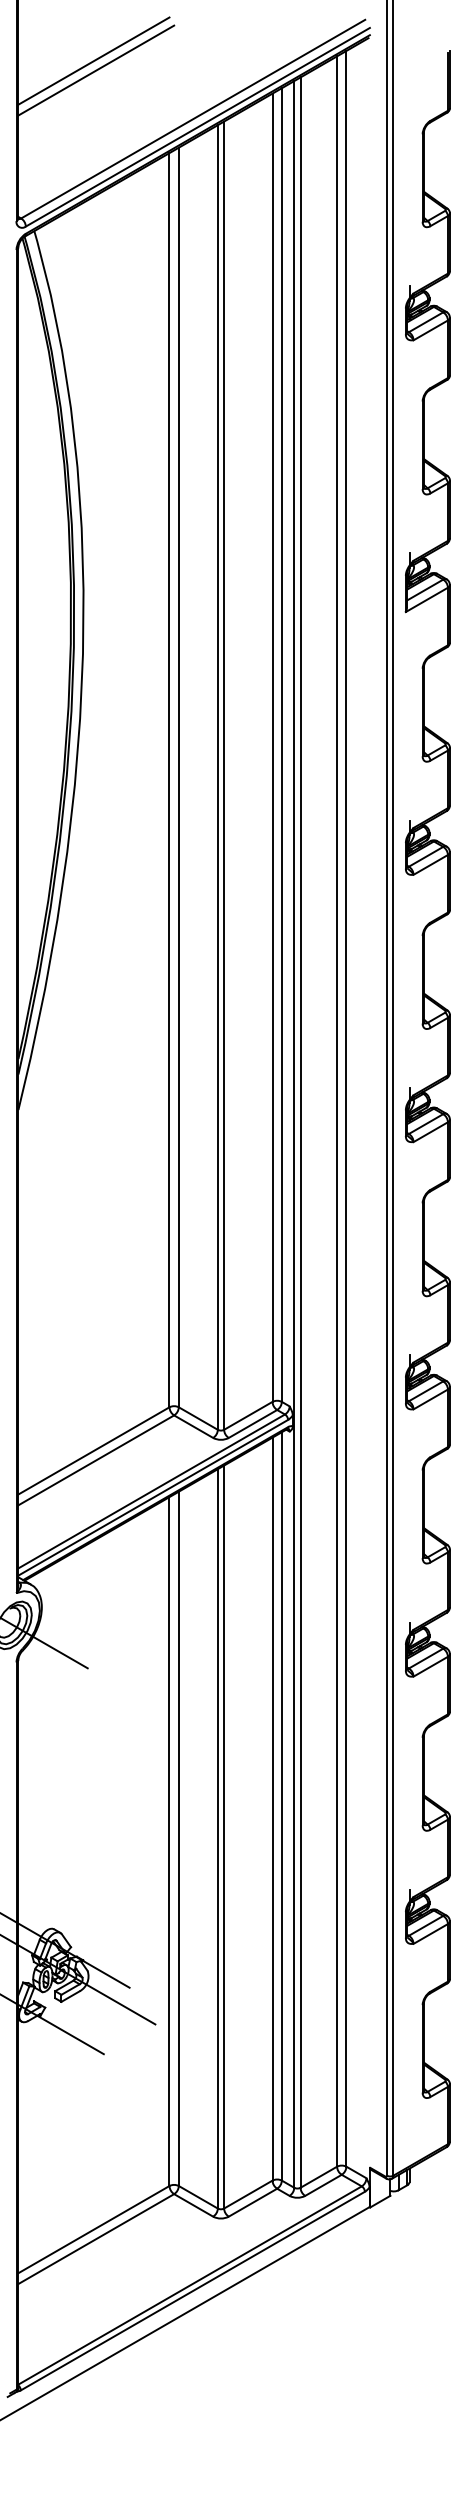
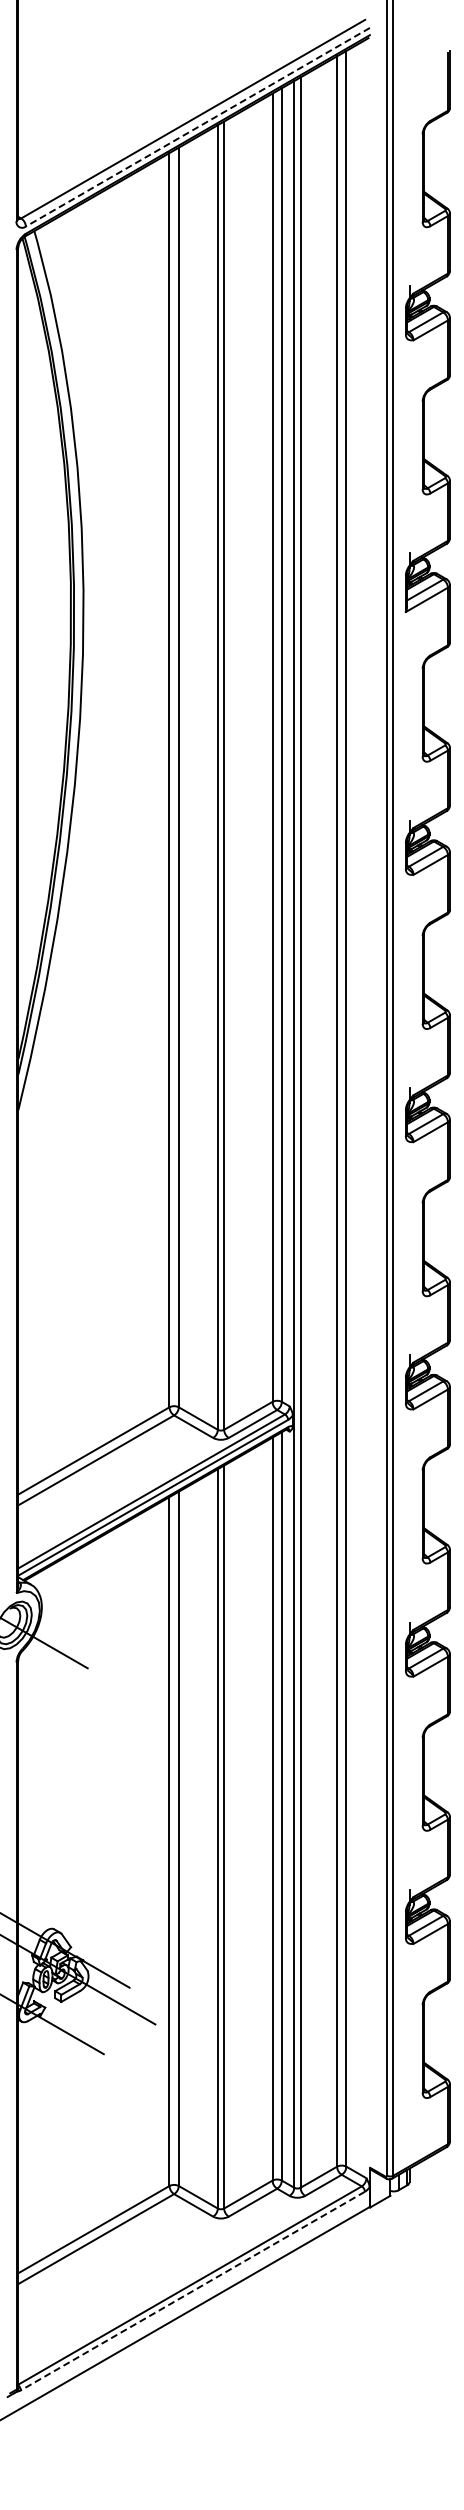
line at (93, 60): present -> none
line at (96, 70): present -> none
line at (197, 127): solid -> dashed
line at (192, 2291): solid -> dashed
